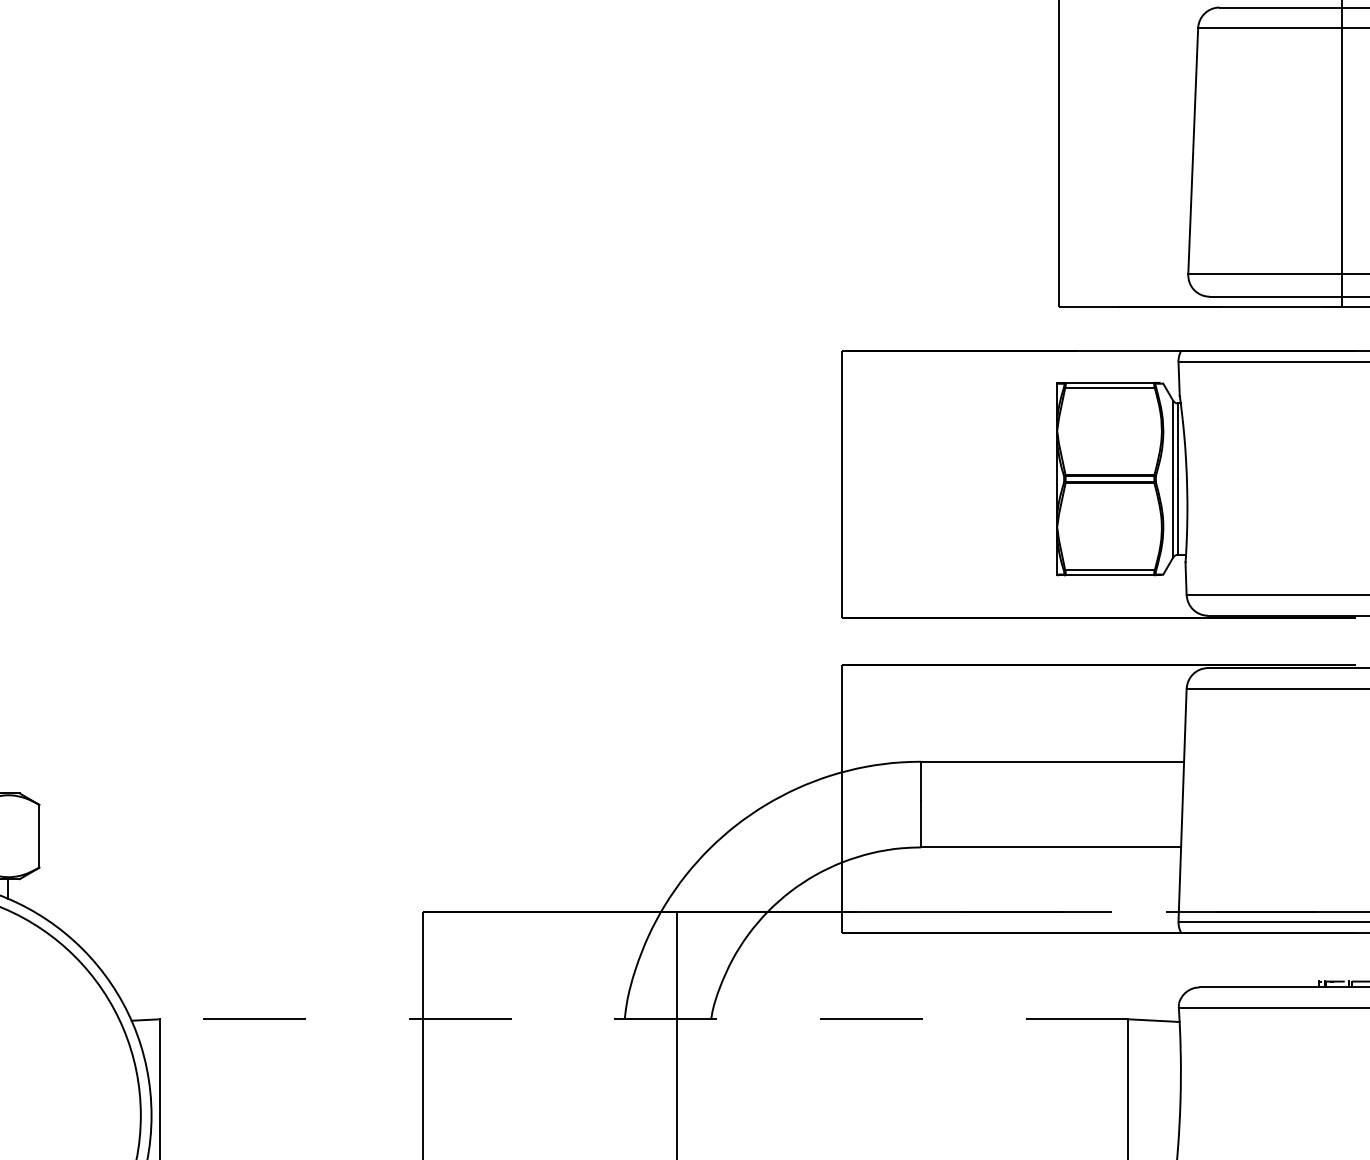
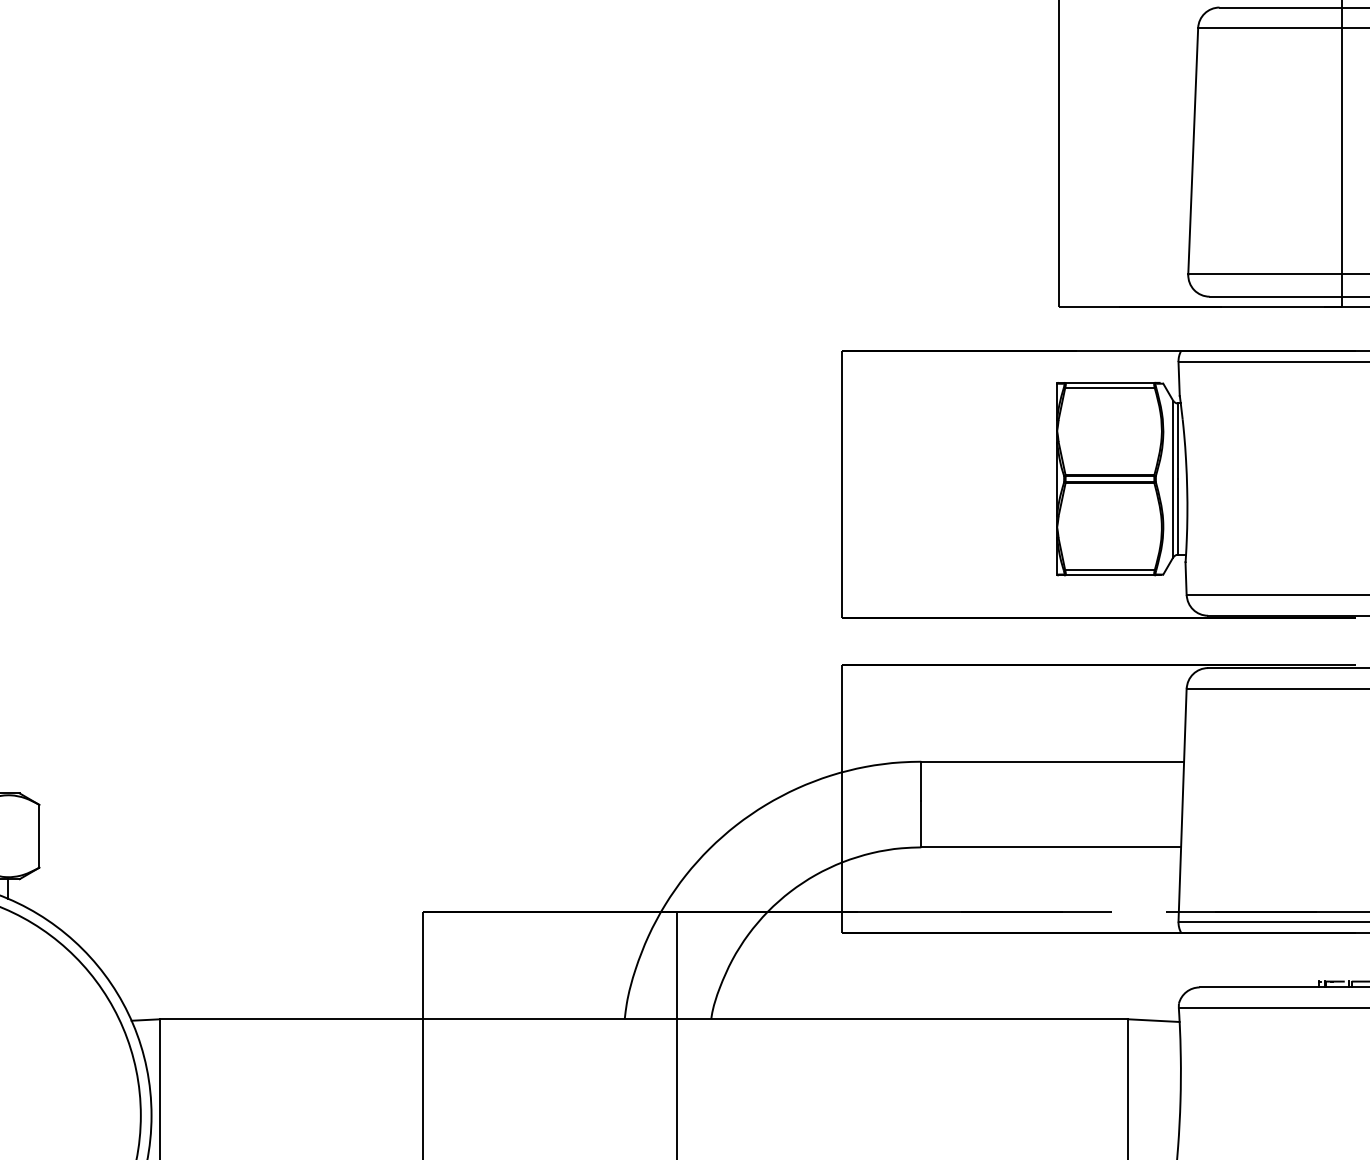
line at (643, 1019): dashed -> solid
